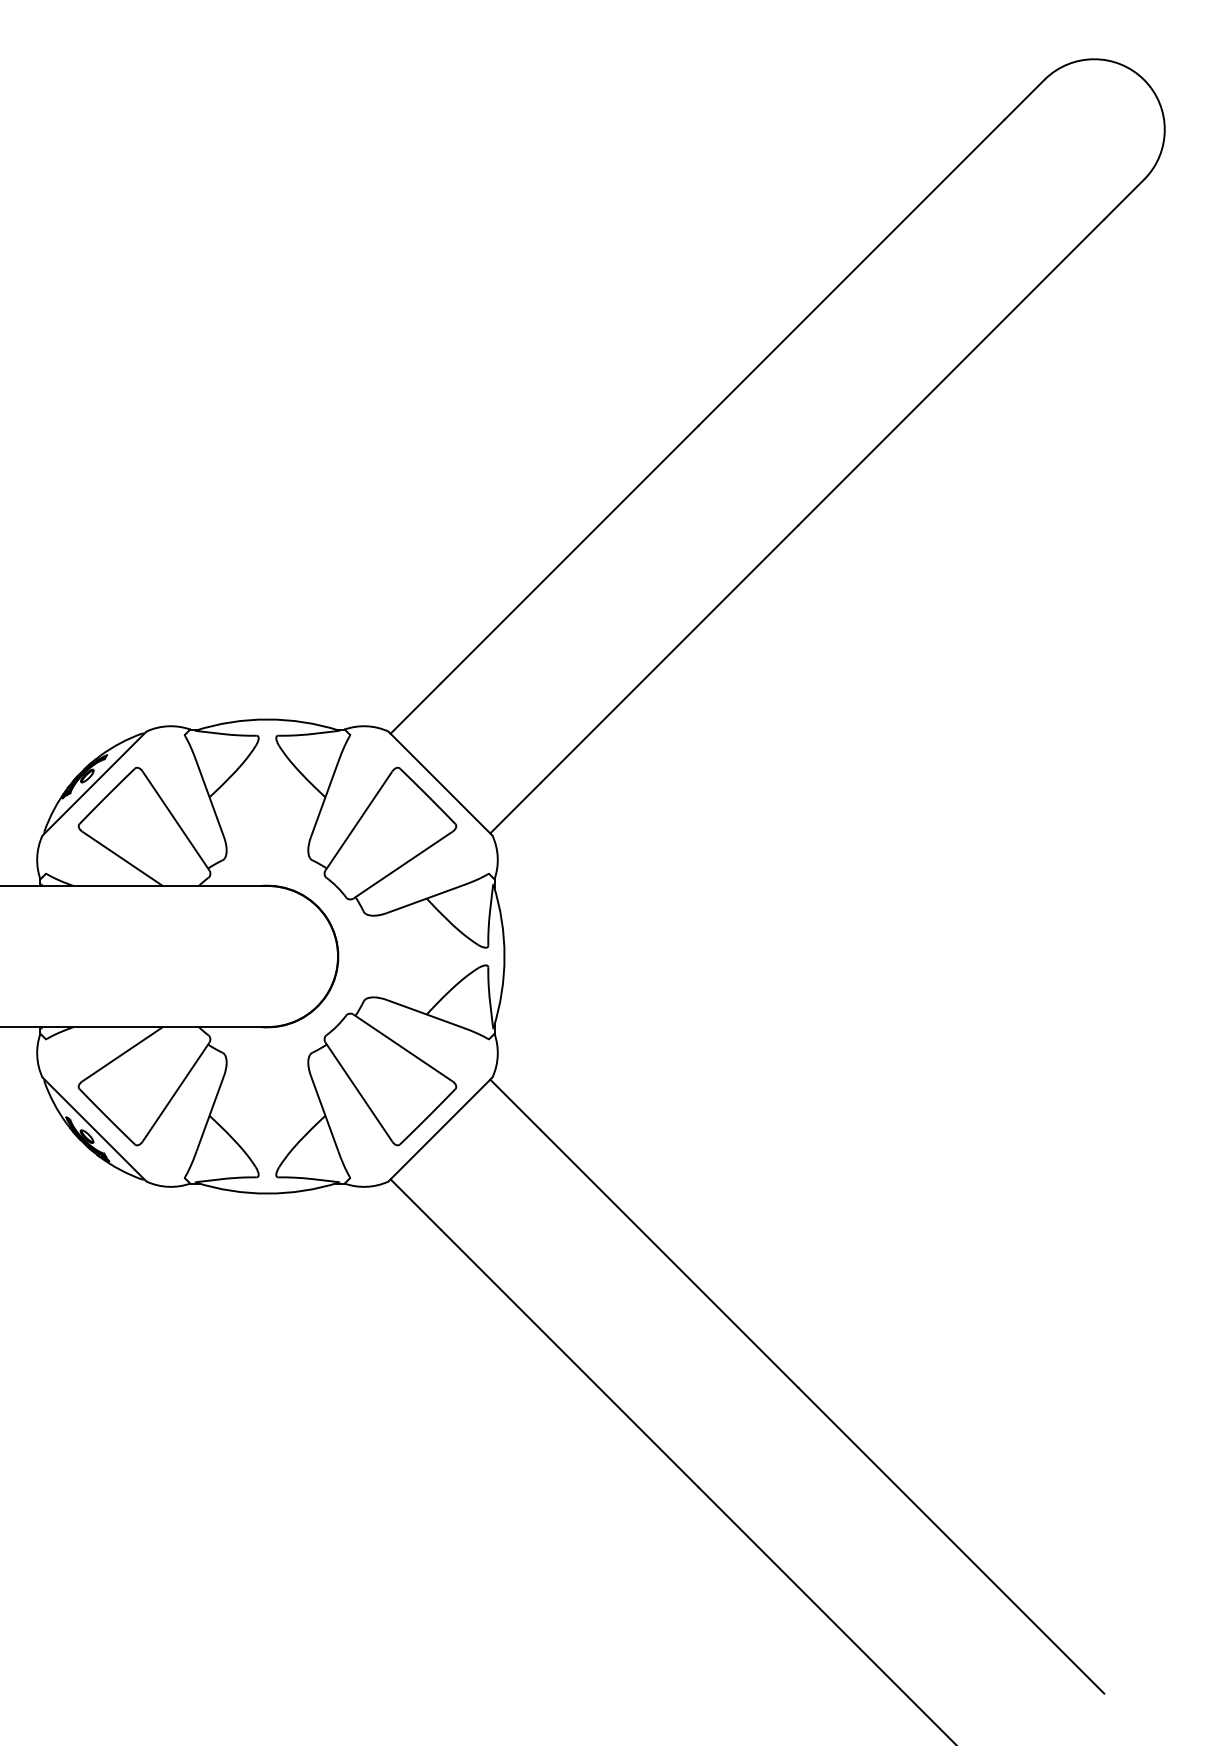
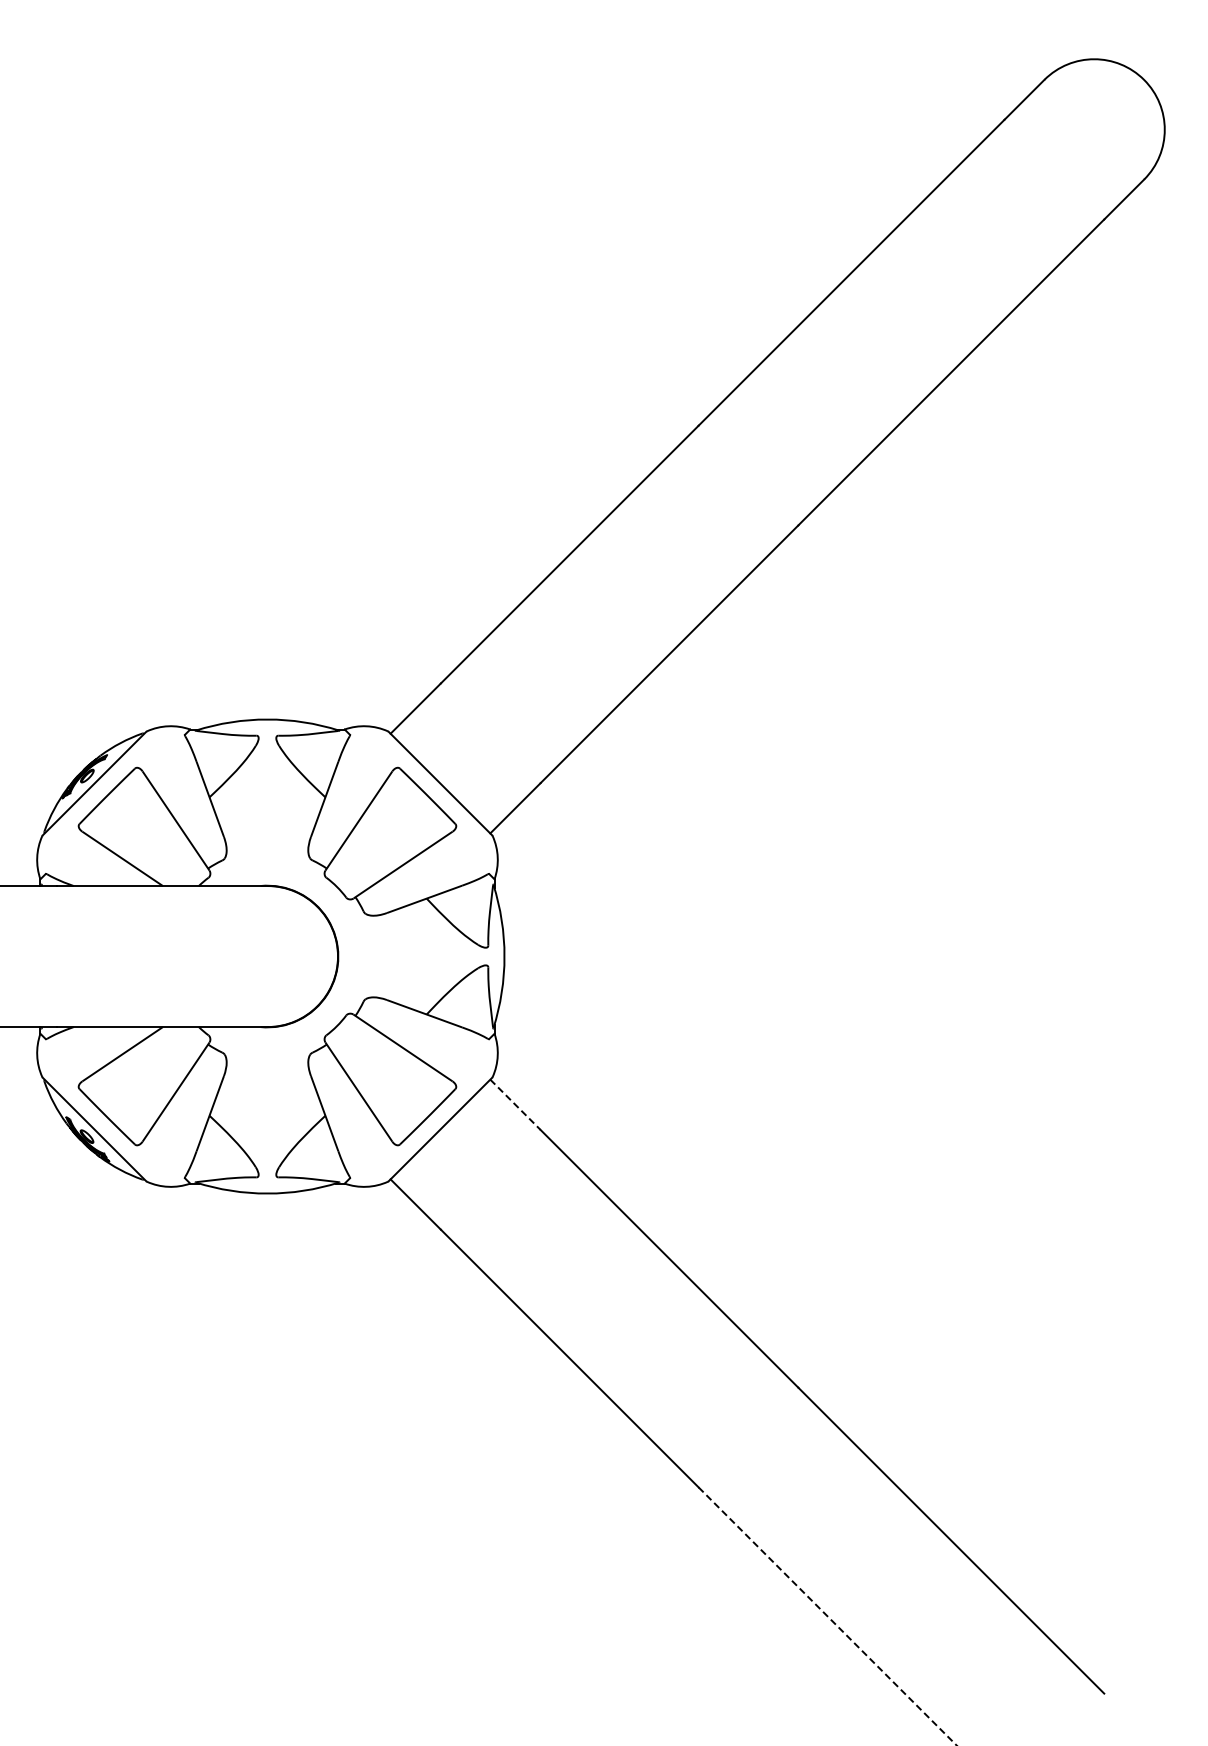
line at (515, 1104): solid -> dashed
line at (827, 1616): solid -> dashed
